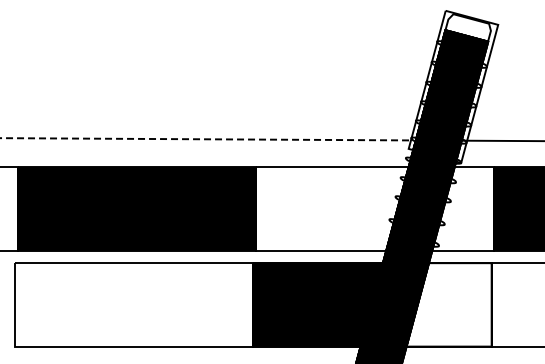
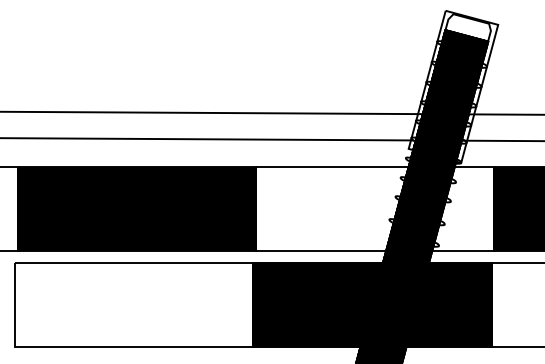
line at (271, 112): none -> present
line at (207, 139): dashed -> solid
fill at (448, 304): none -> present
